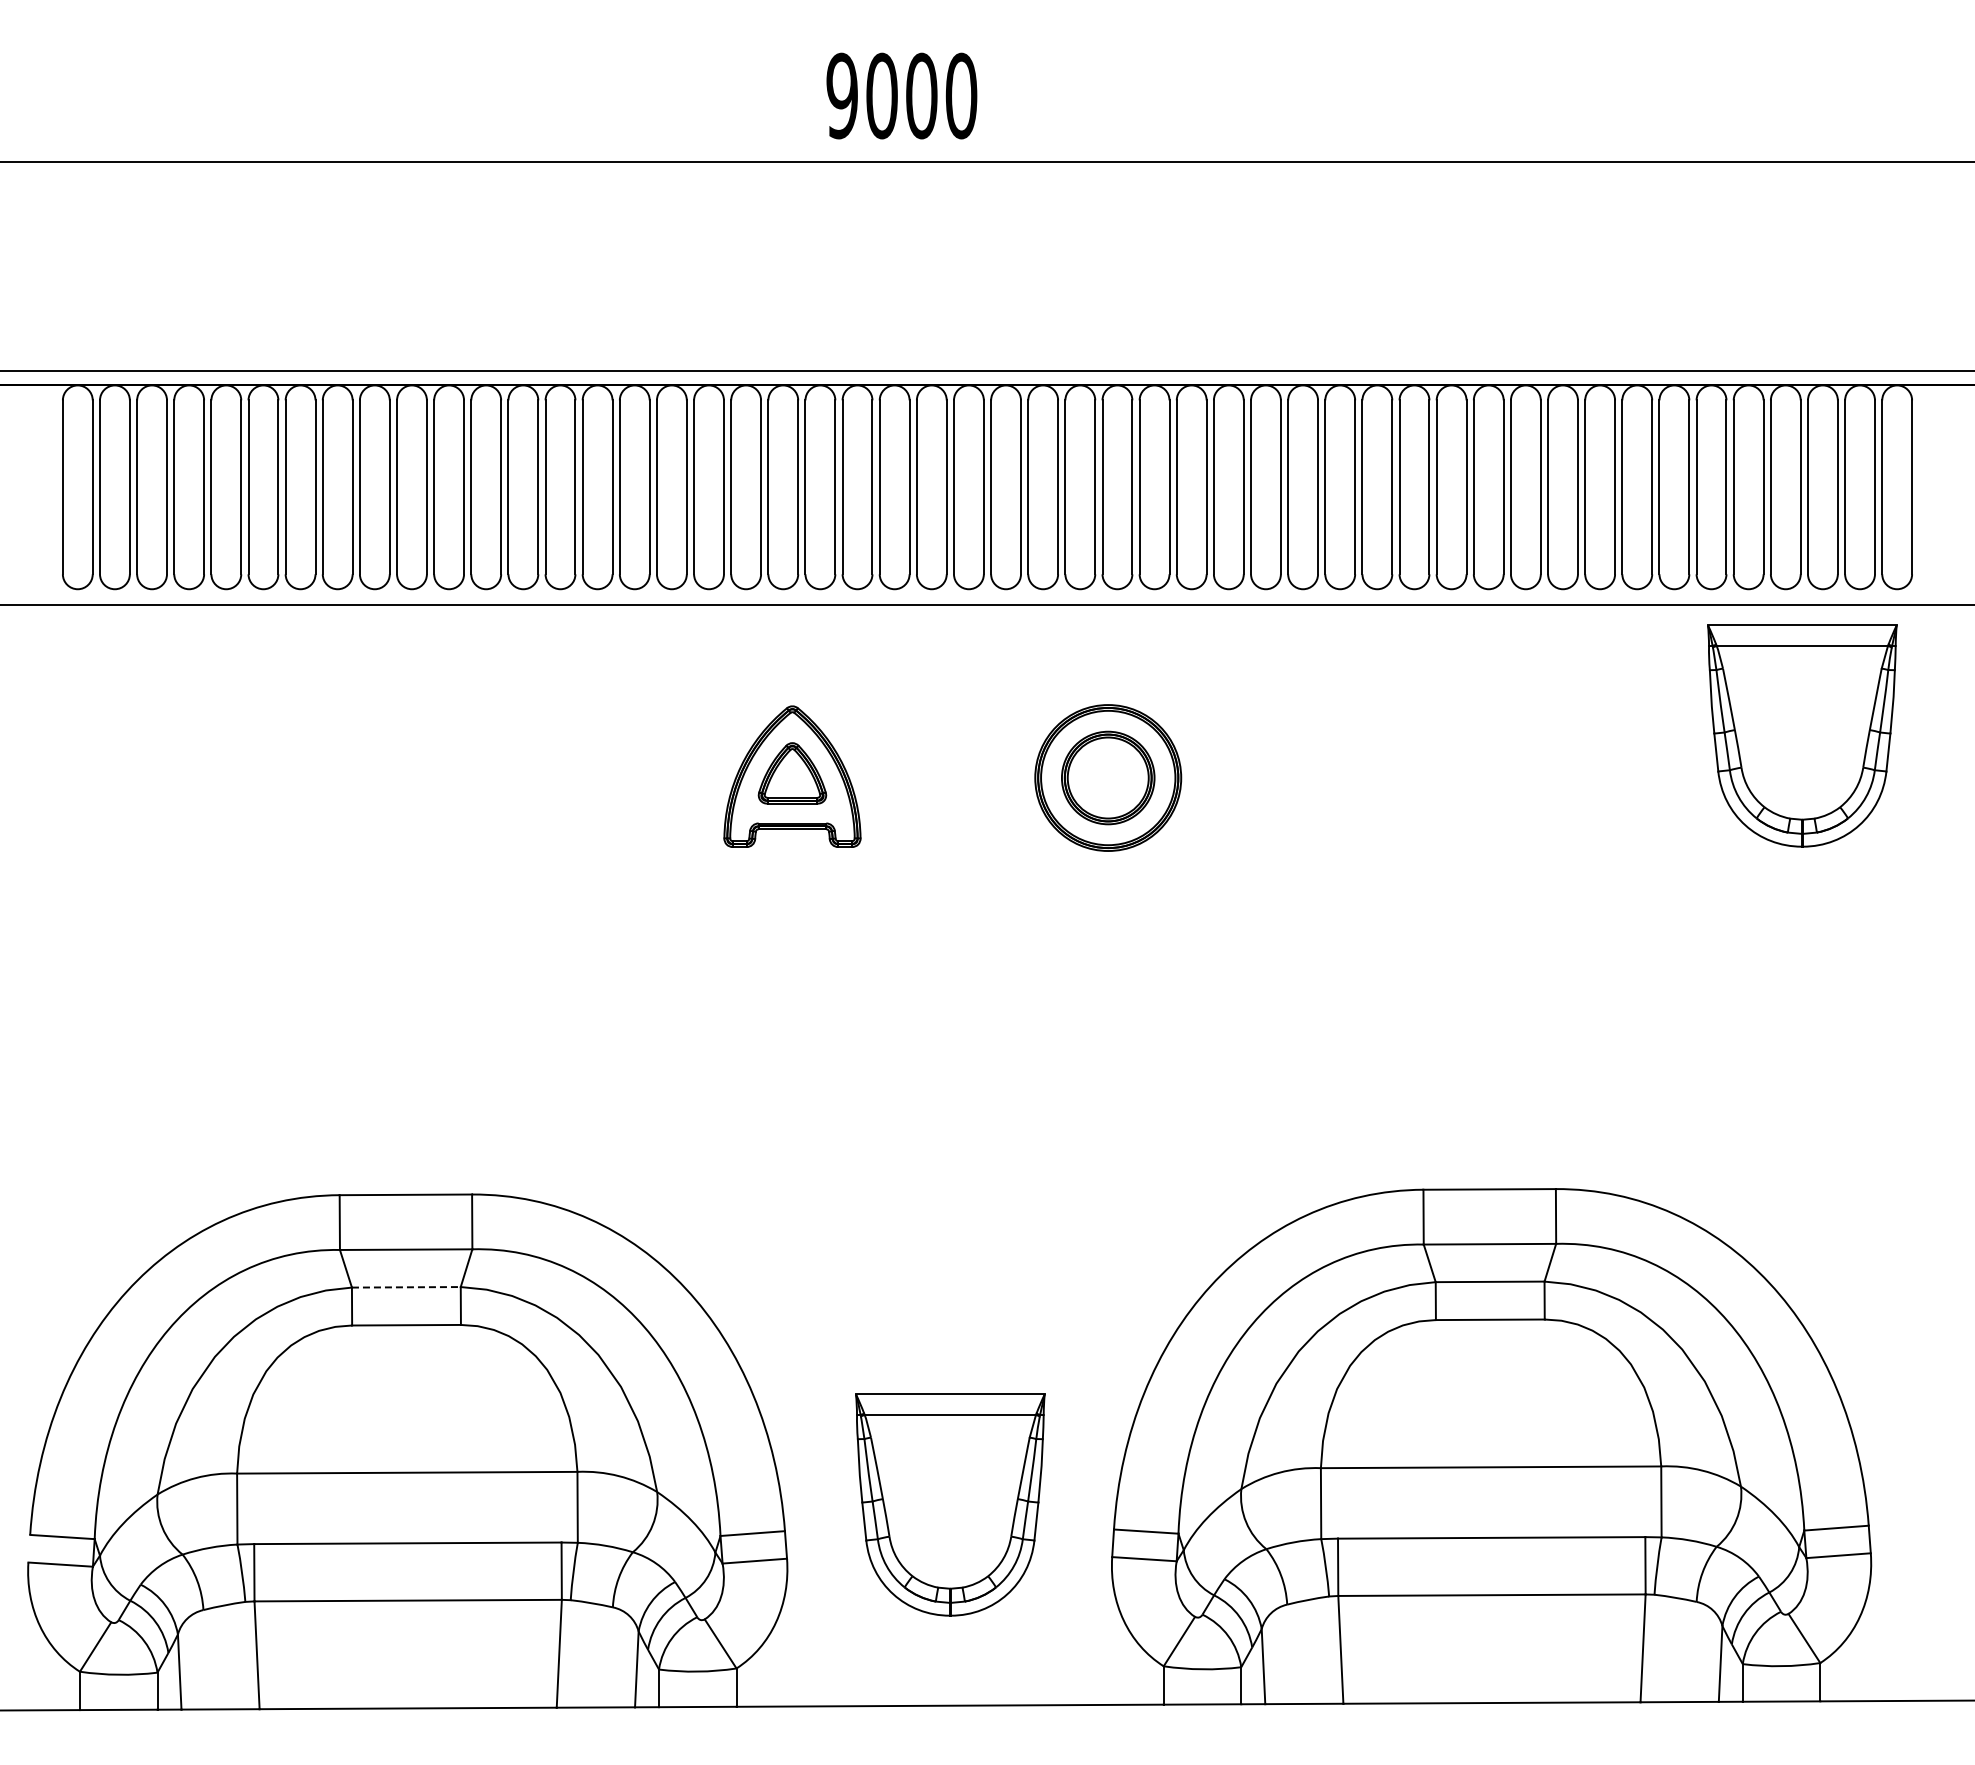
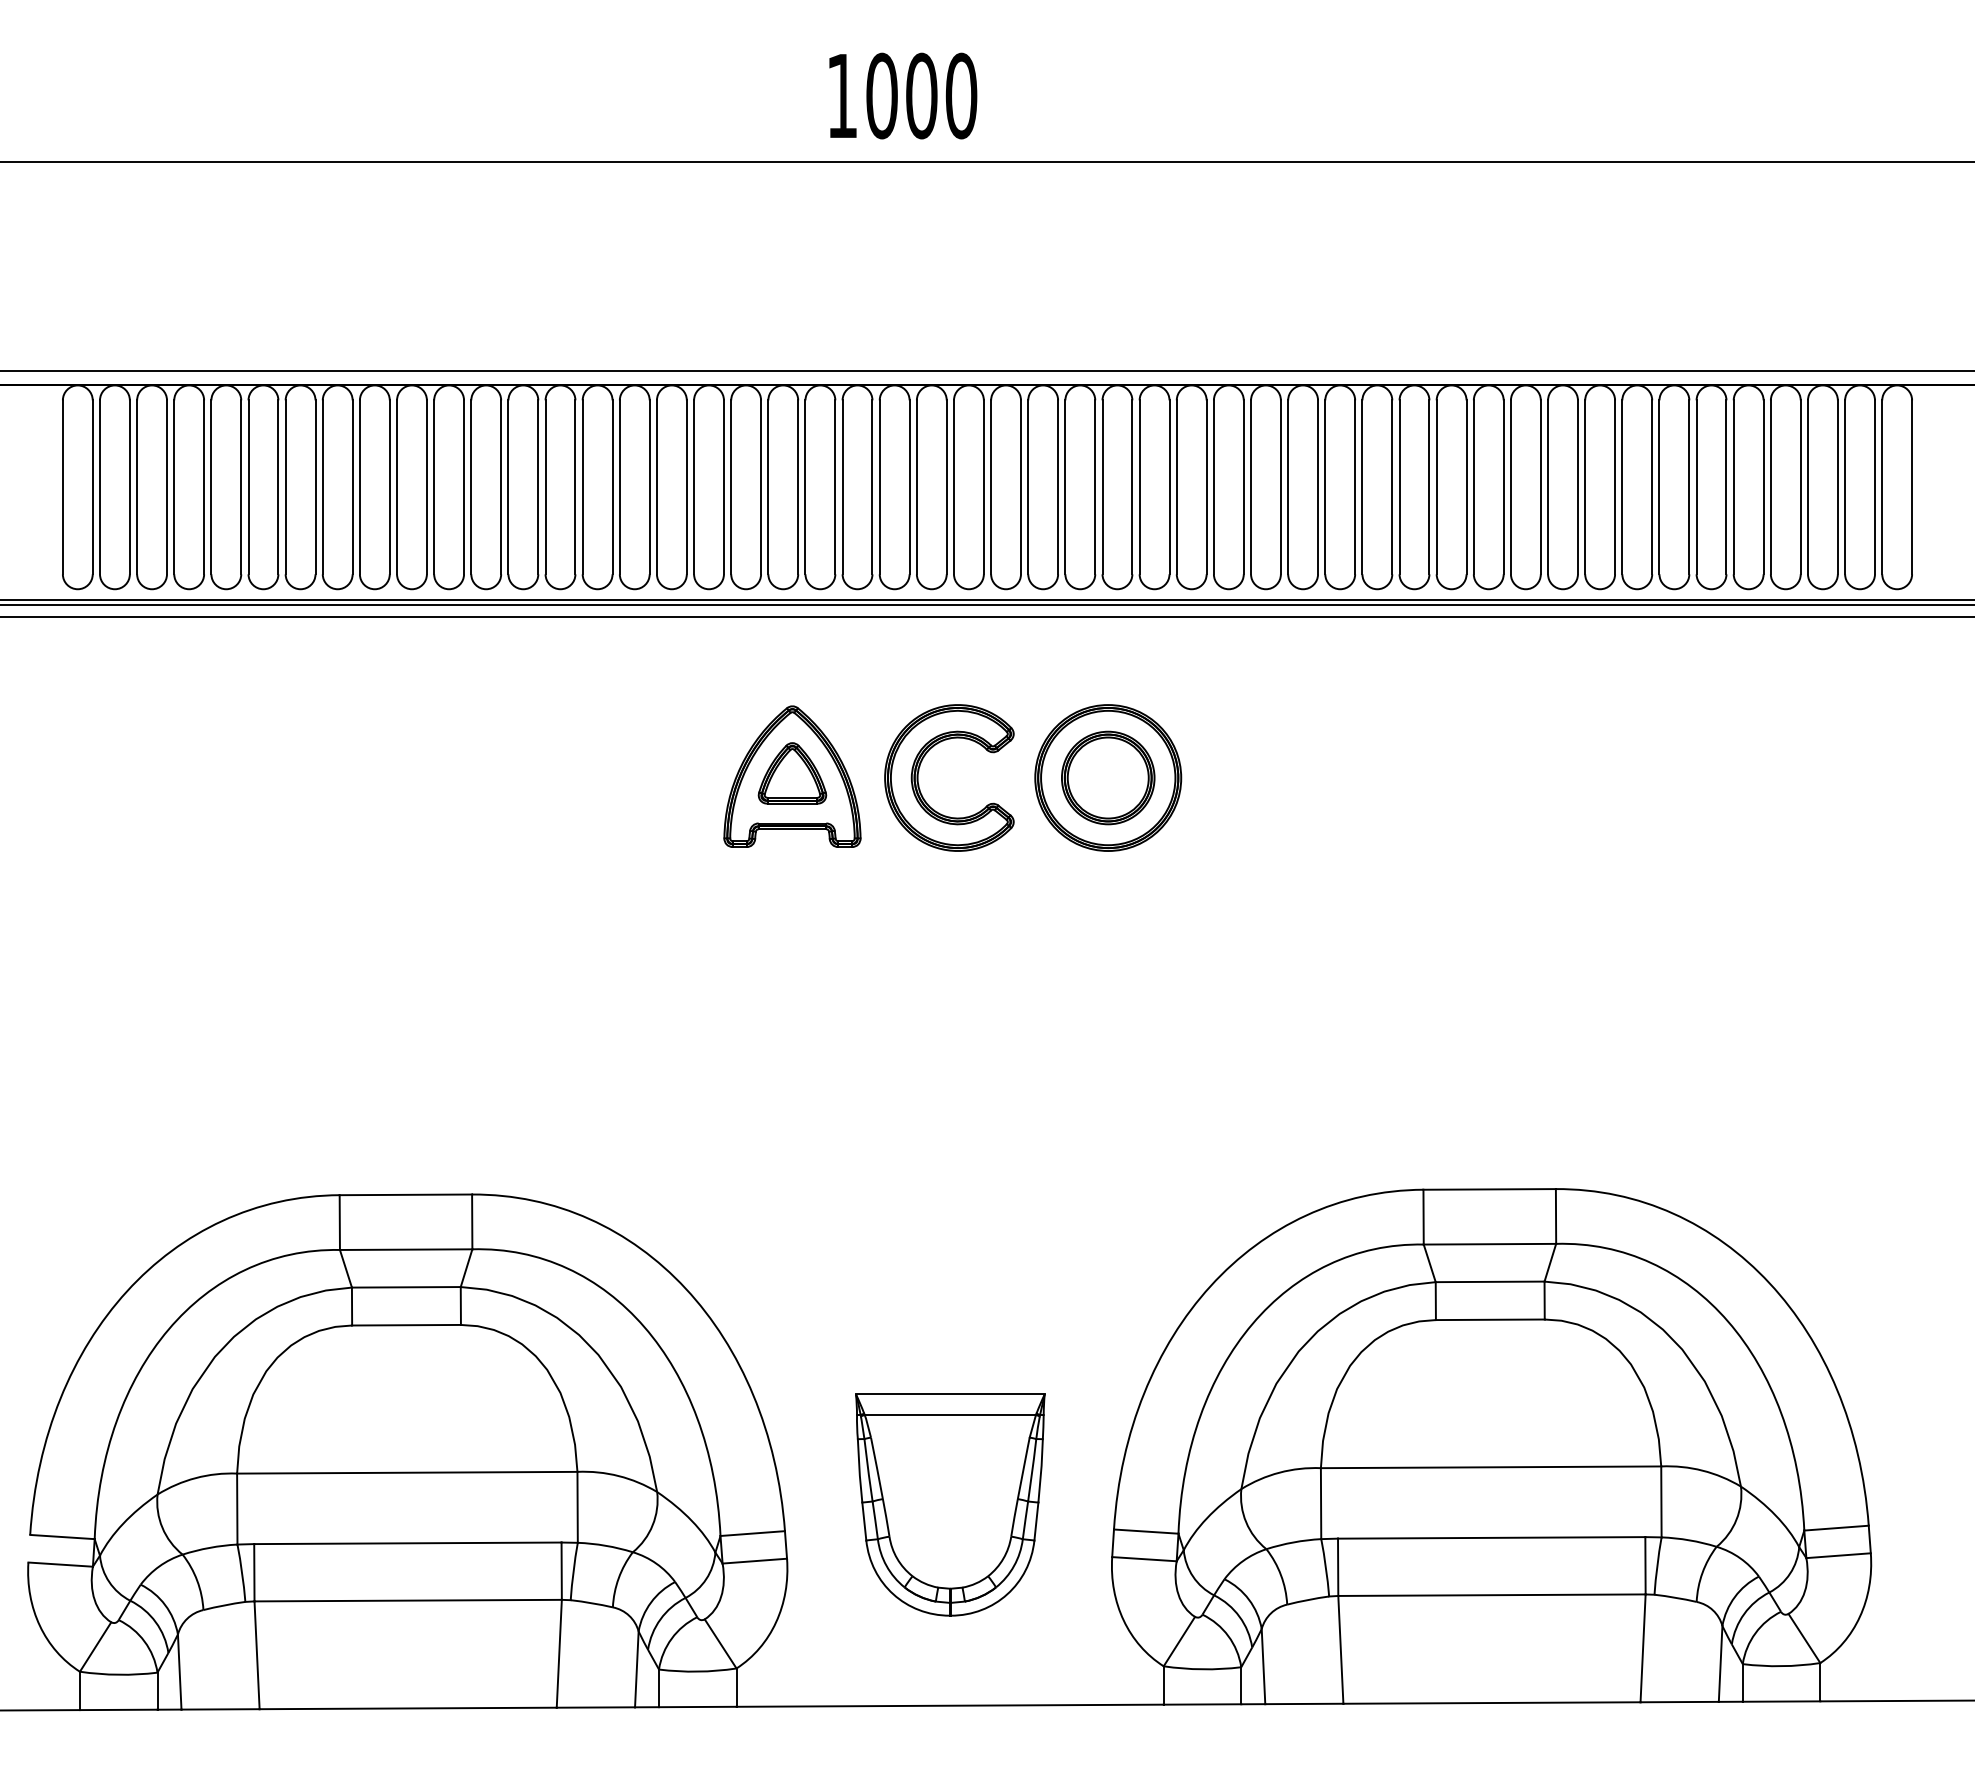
text at (841, 95): 9000 -> 1000
line at (986, 600): none -> present
line at (986, 616): none -> present
part at (1802, 735): present -> none
part at (919, 771): none -> present
line at (406, 1287): dashed -> solid
